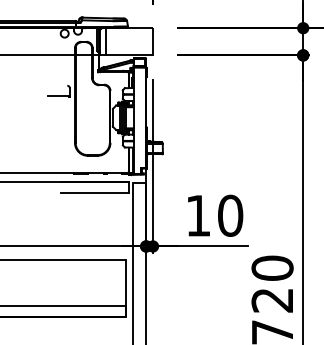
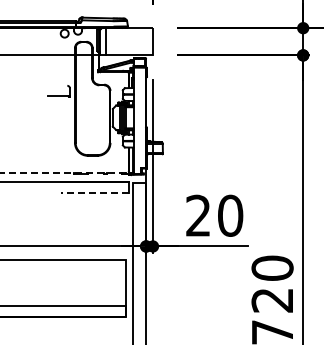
line at (64, 172): solid -> dashed
line at (94, 192): solid -> dashed
text at (197, 215): 10 -> 20
